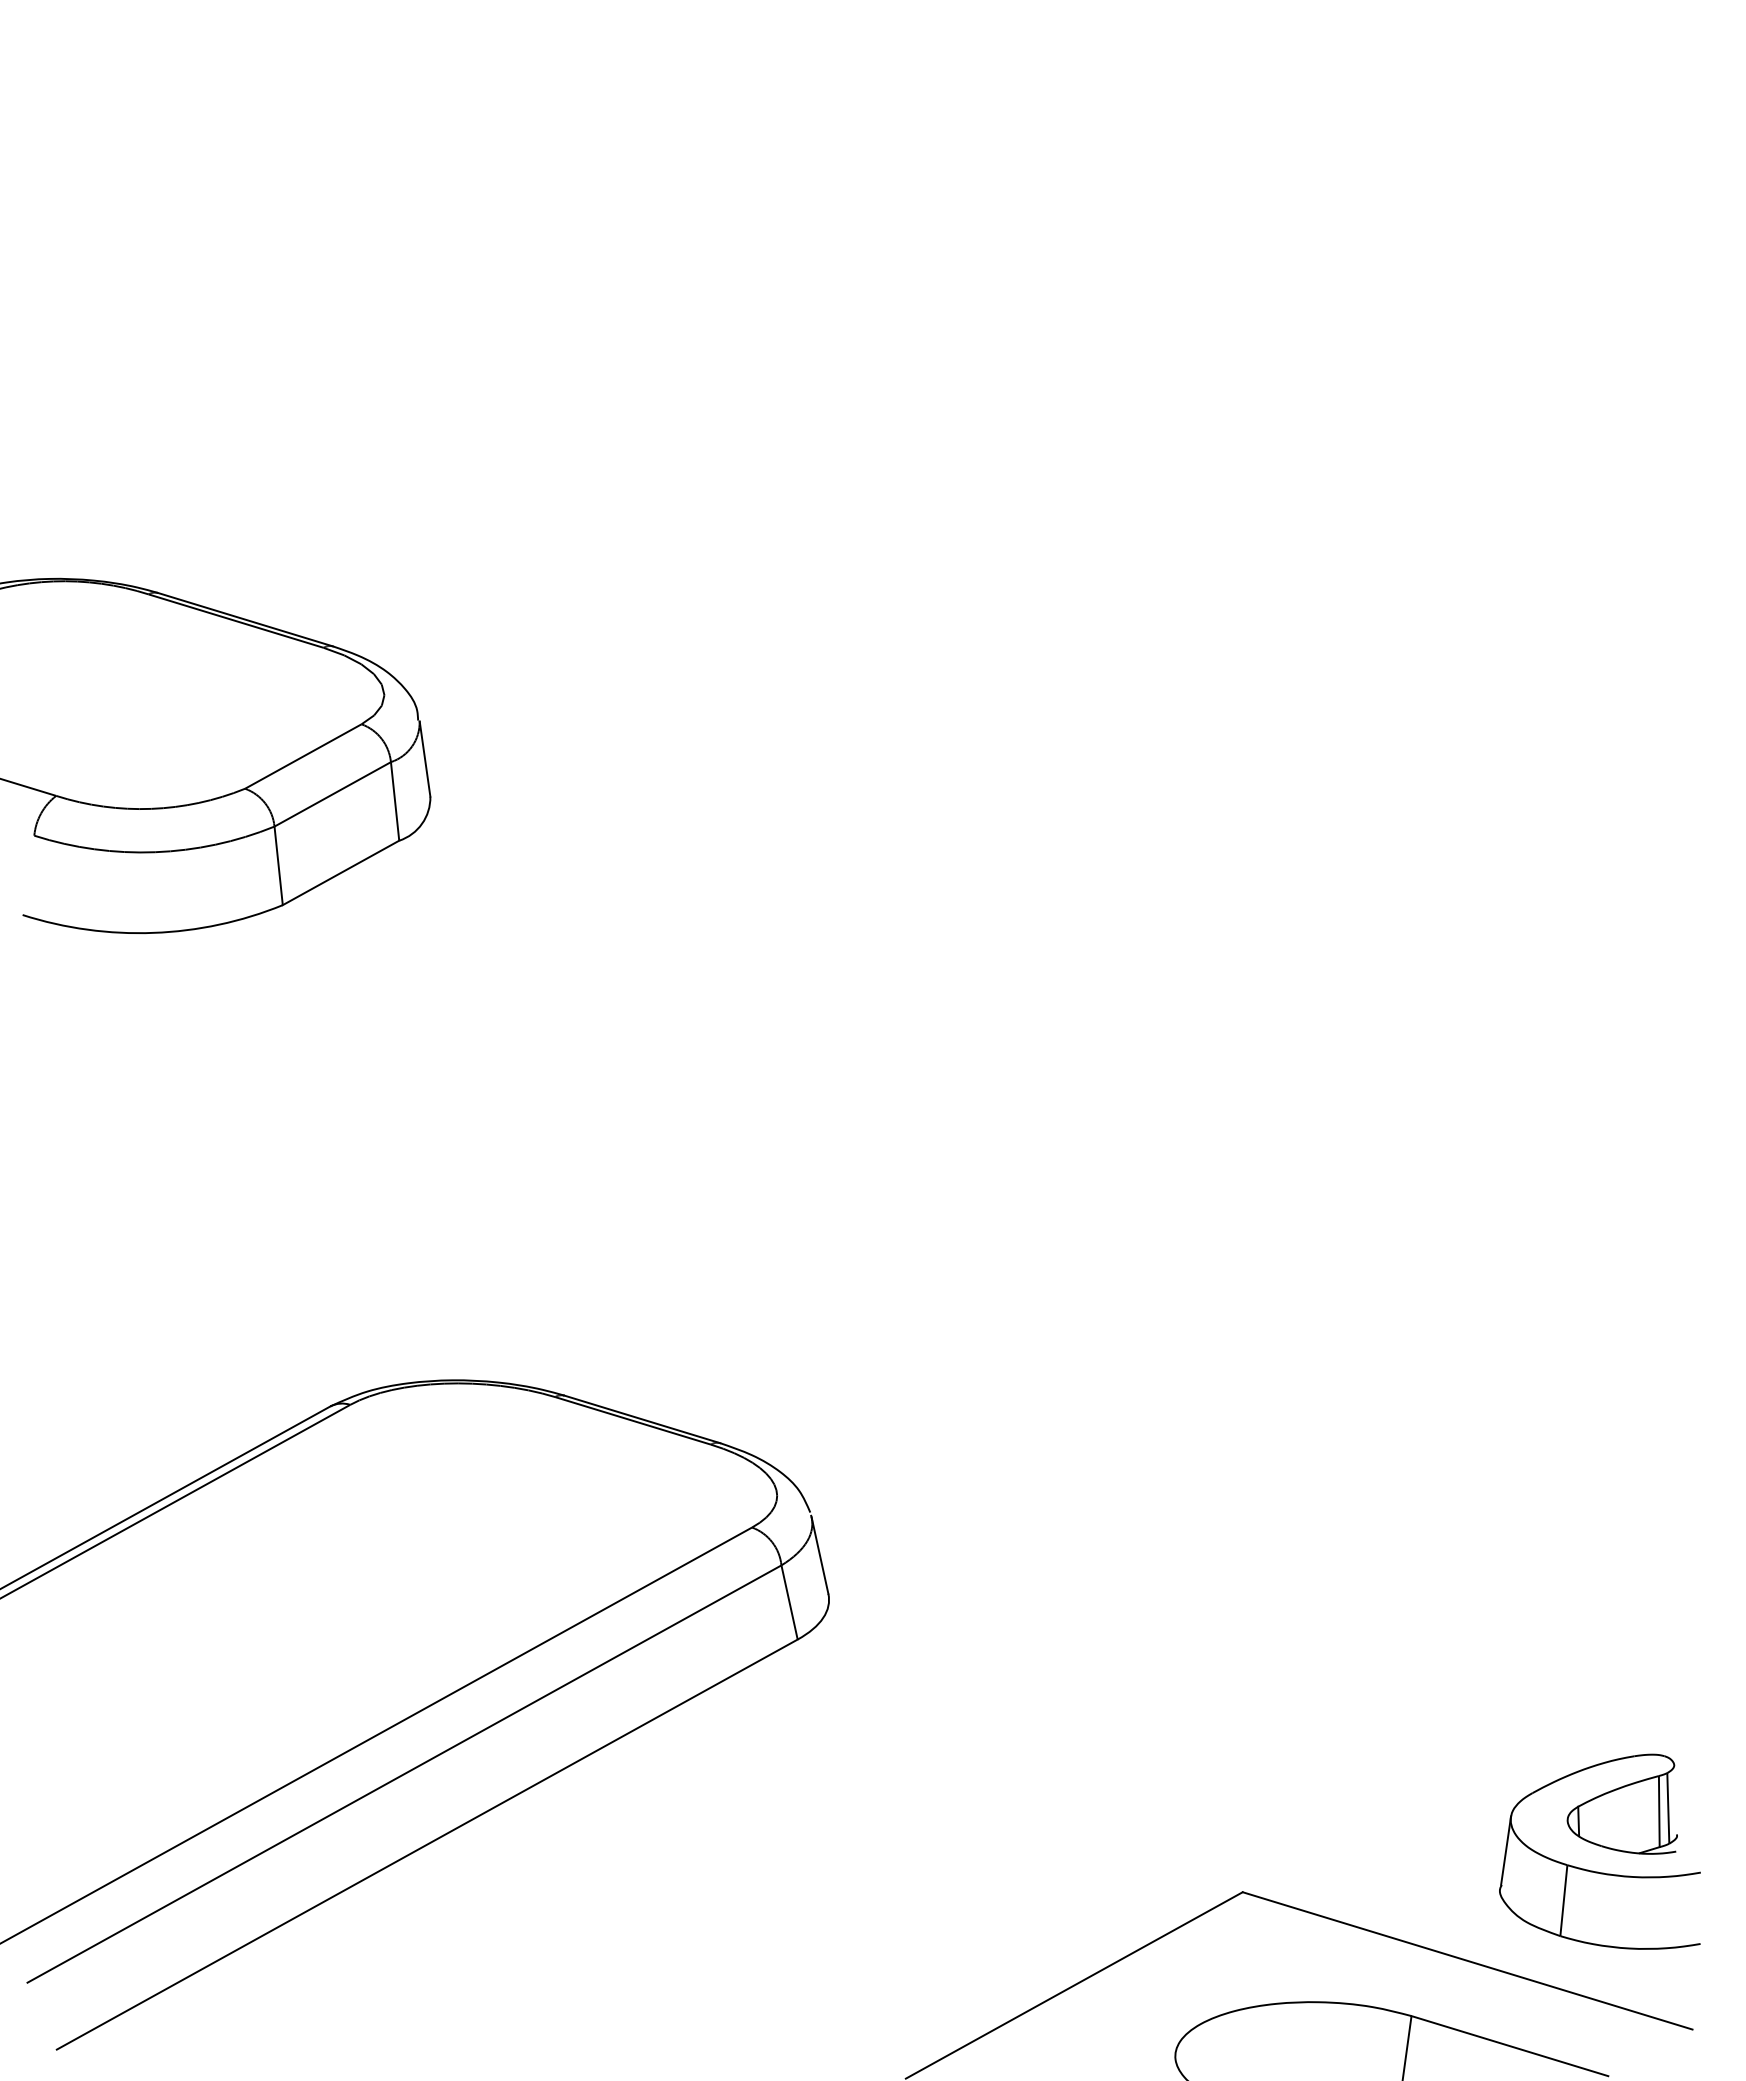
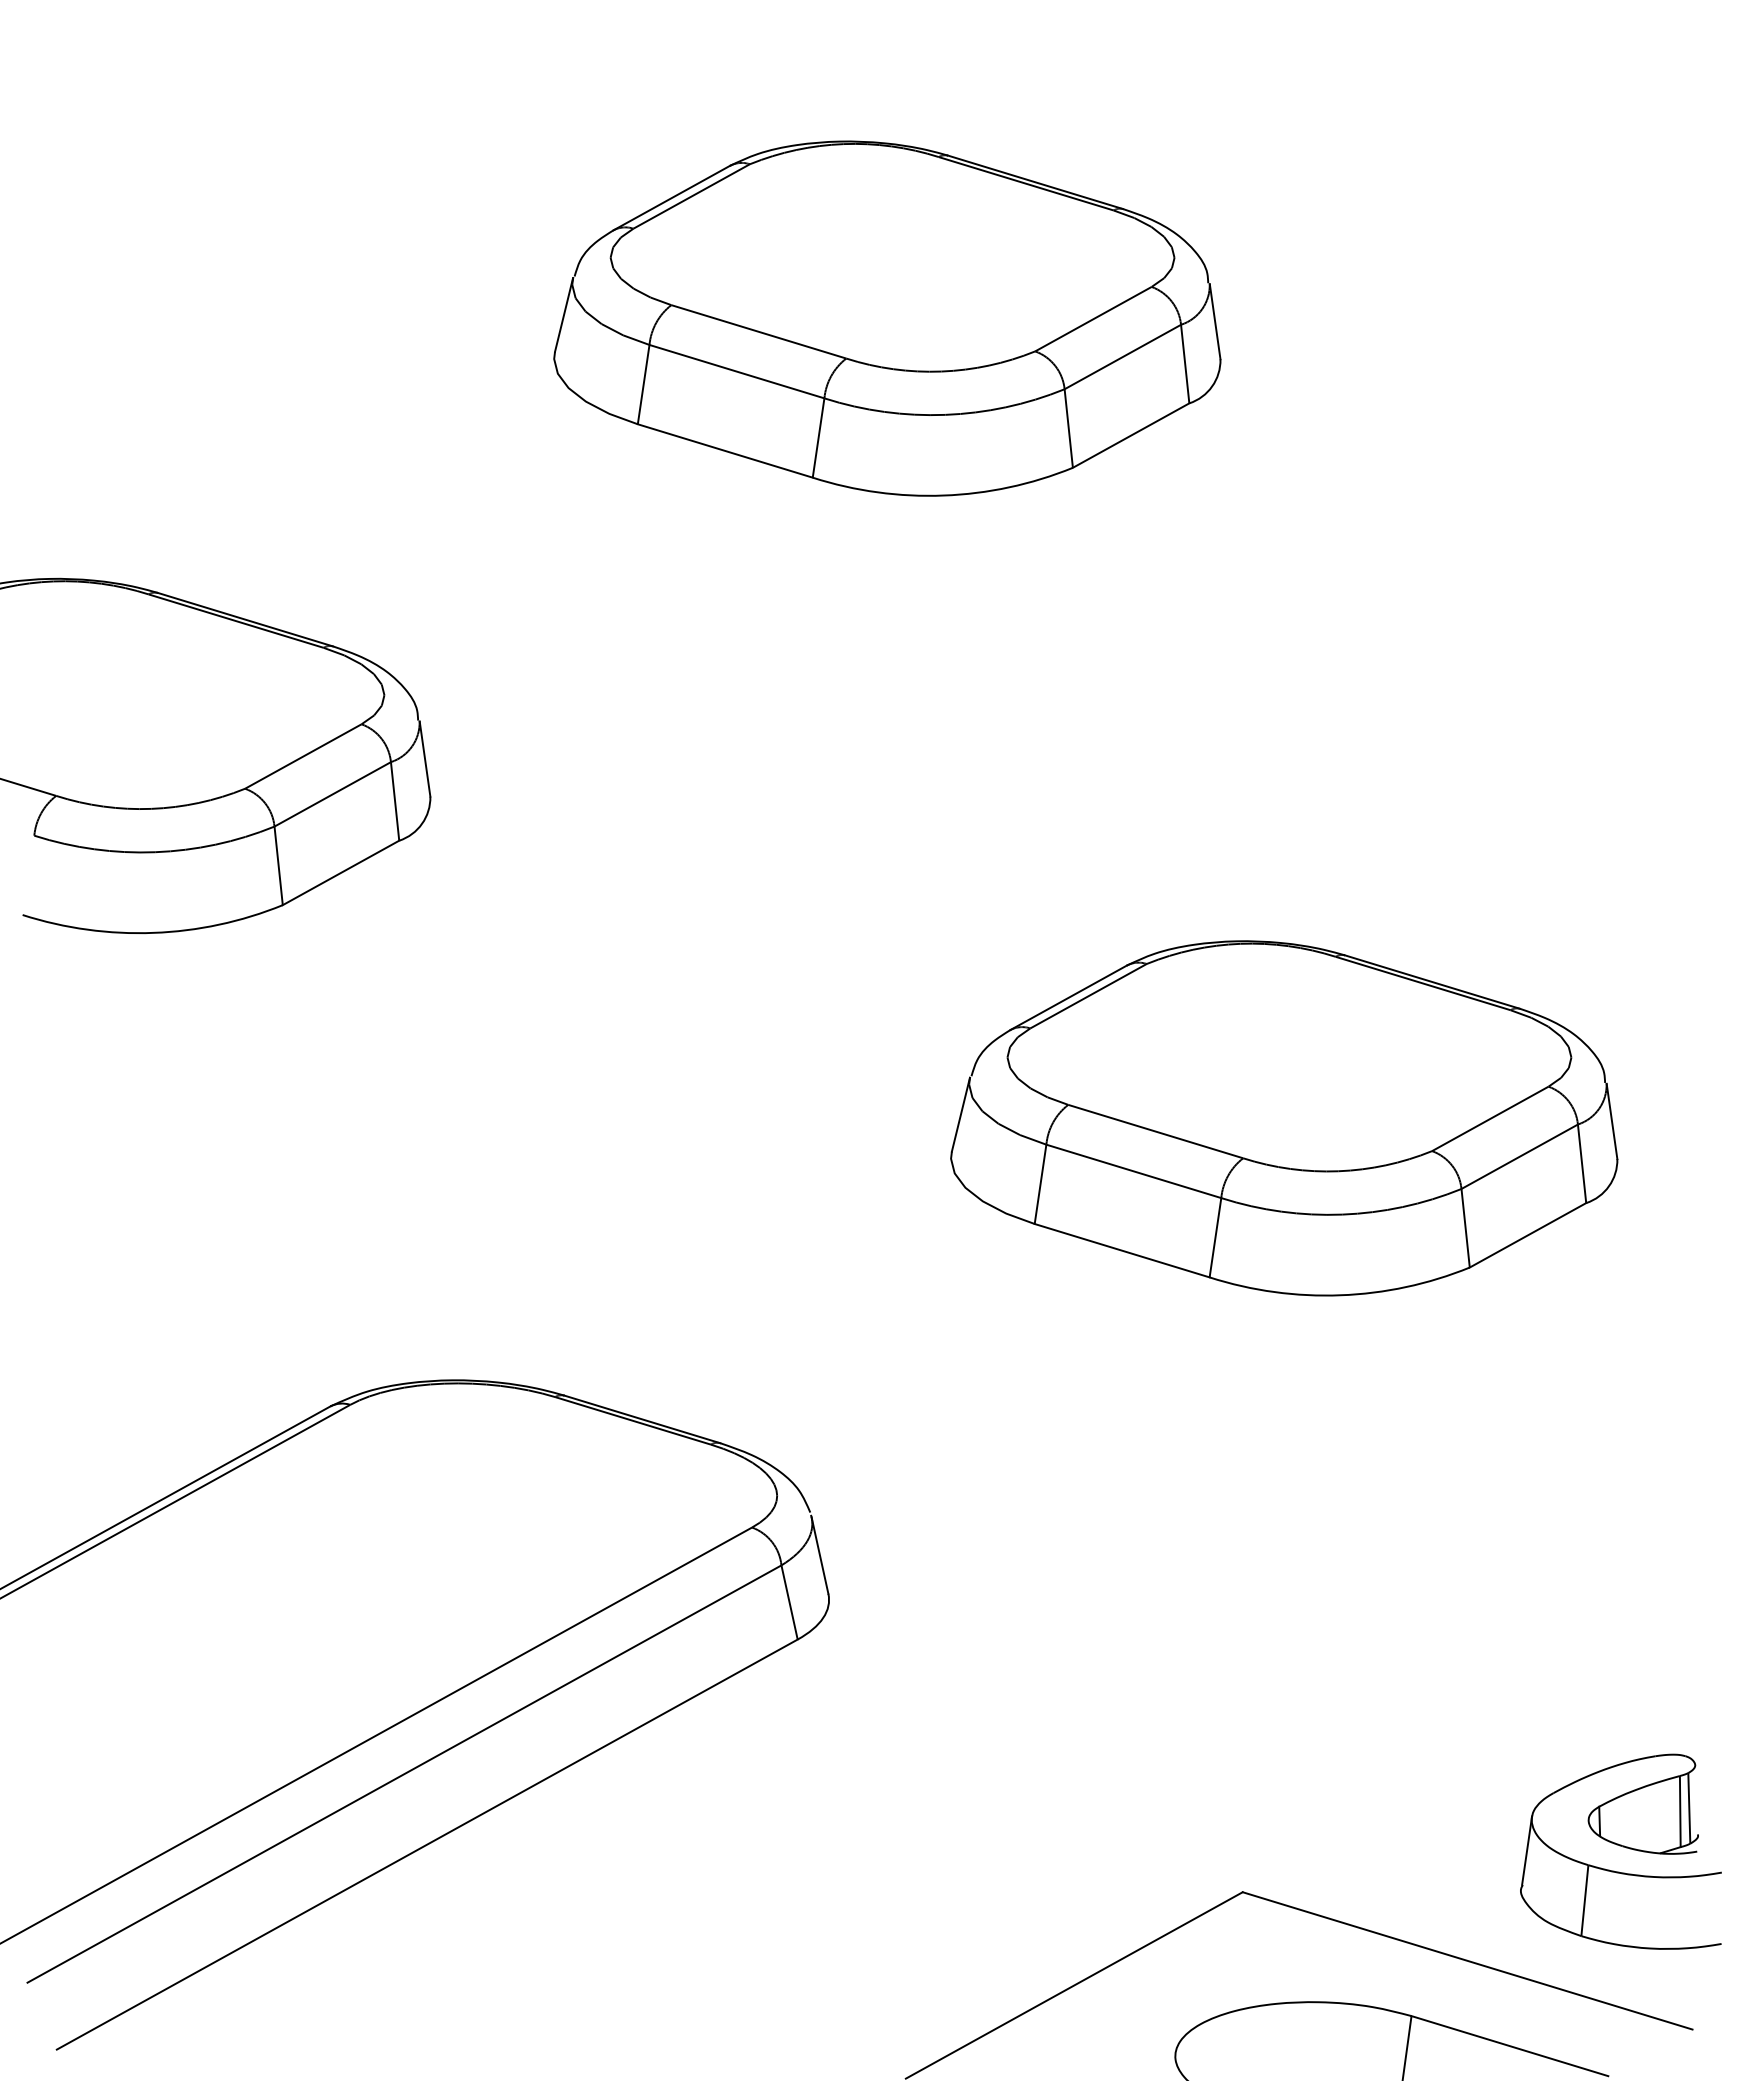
part at (887, 318): none -> present
part at (1284, 1118): none -> present
part at (1599, 1851) position: (1599, 1851) -> (1620, 1851)
